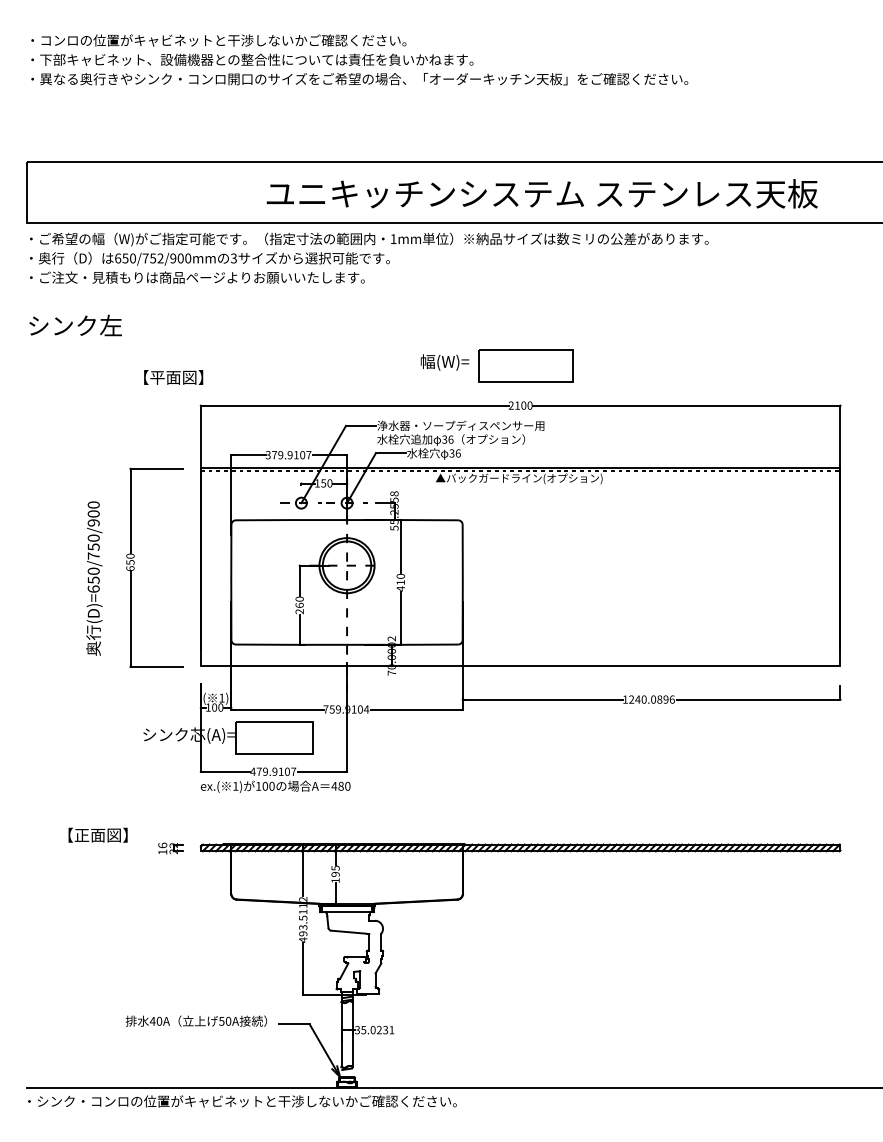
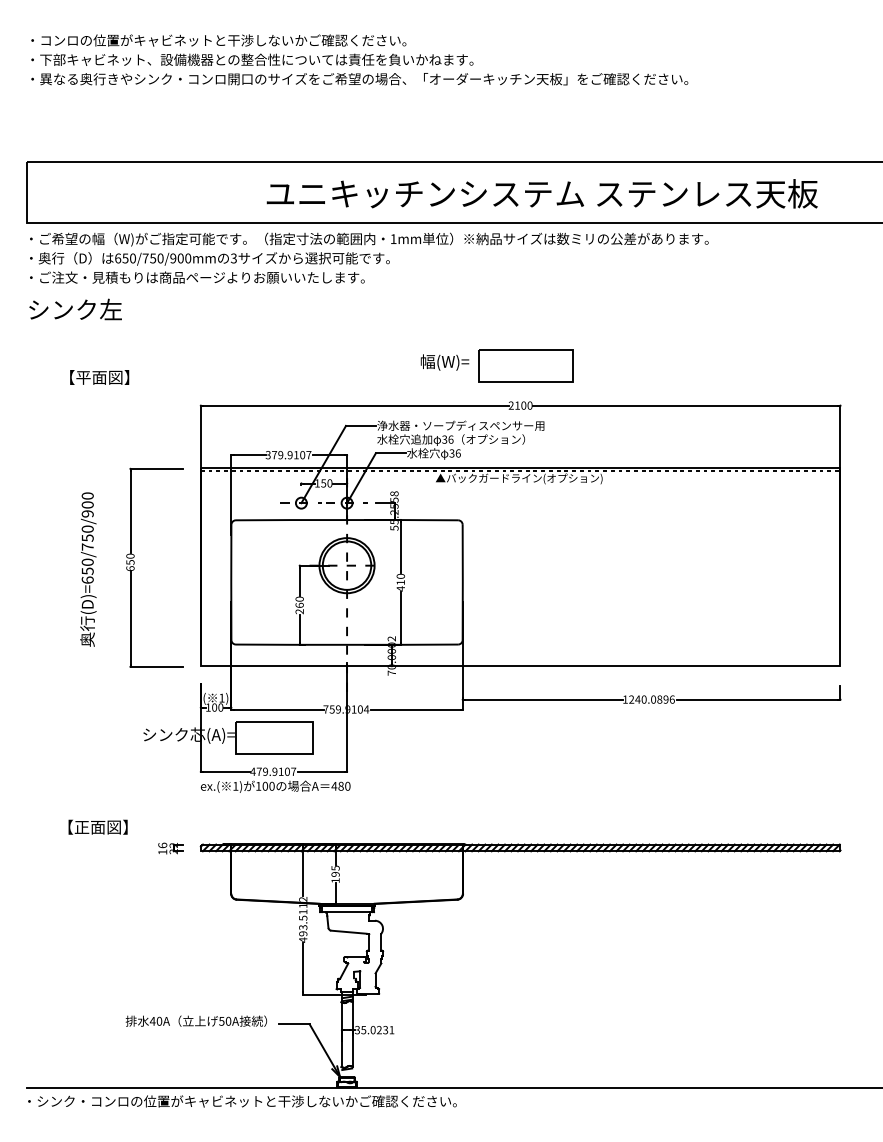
text at (160, 258): 650/752/900mm -> 650/750/900mm
text at (75, 325) position: (75, 325) -> (75, 309)
text at (173, 377) position: (173, 377) -> (99, 377)
text at (94, 578) position: (94, 578) -> (88, 569)
text at (97, 834) position: (97, 834) -> (97, 826)
